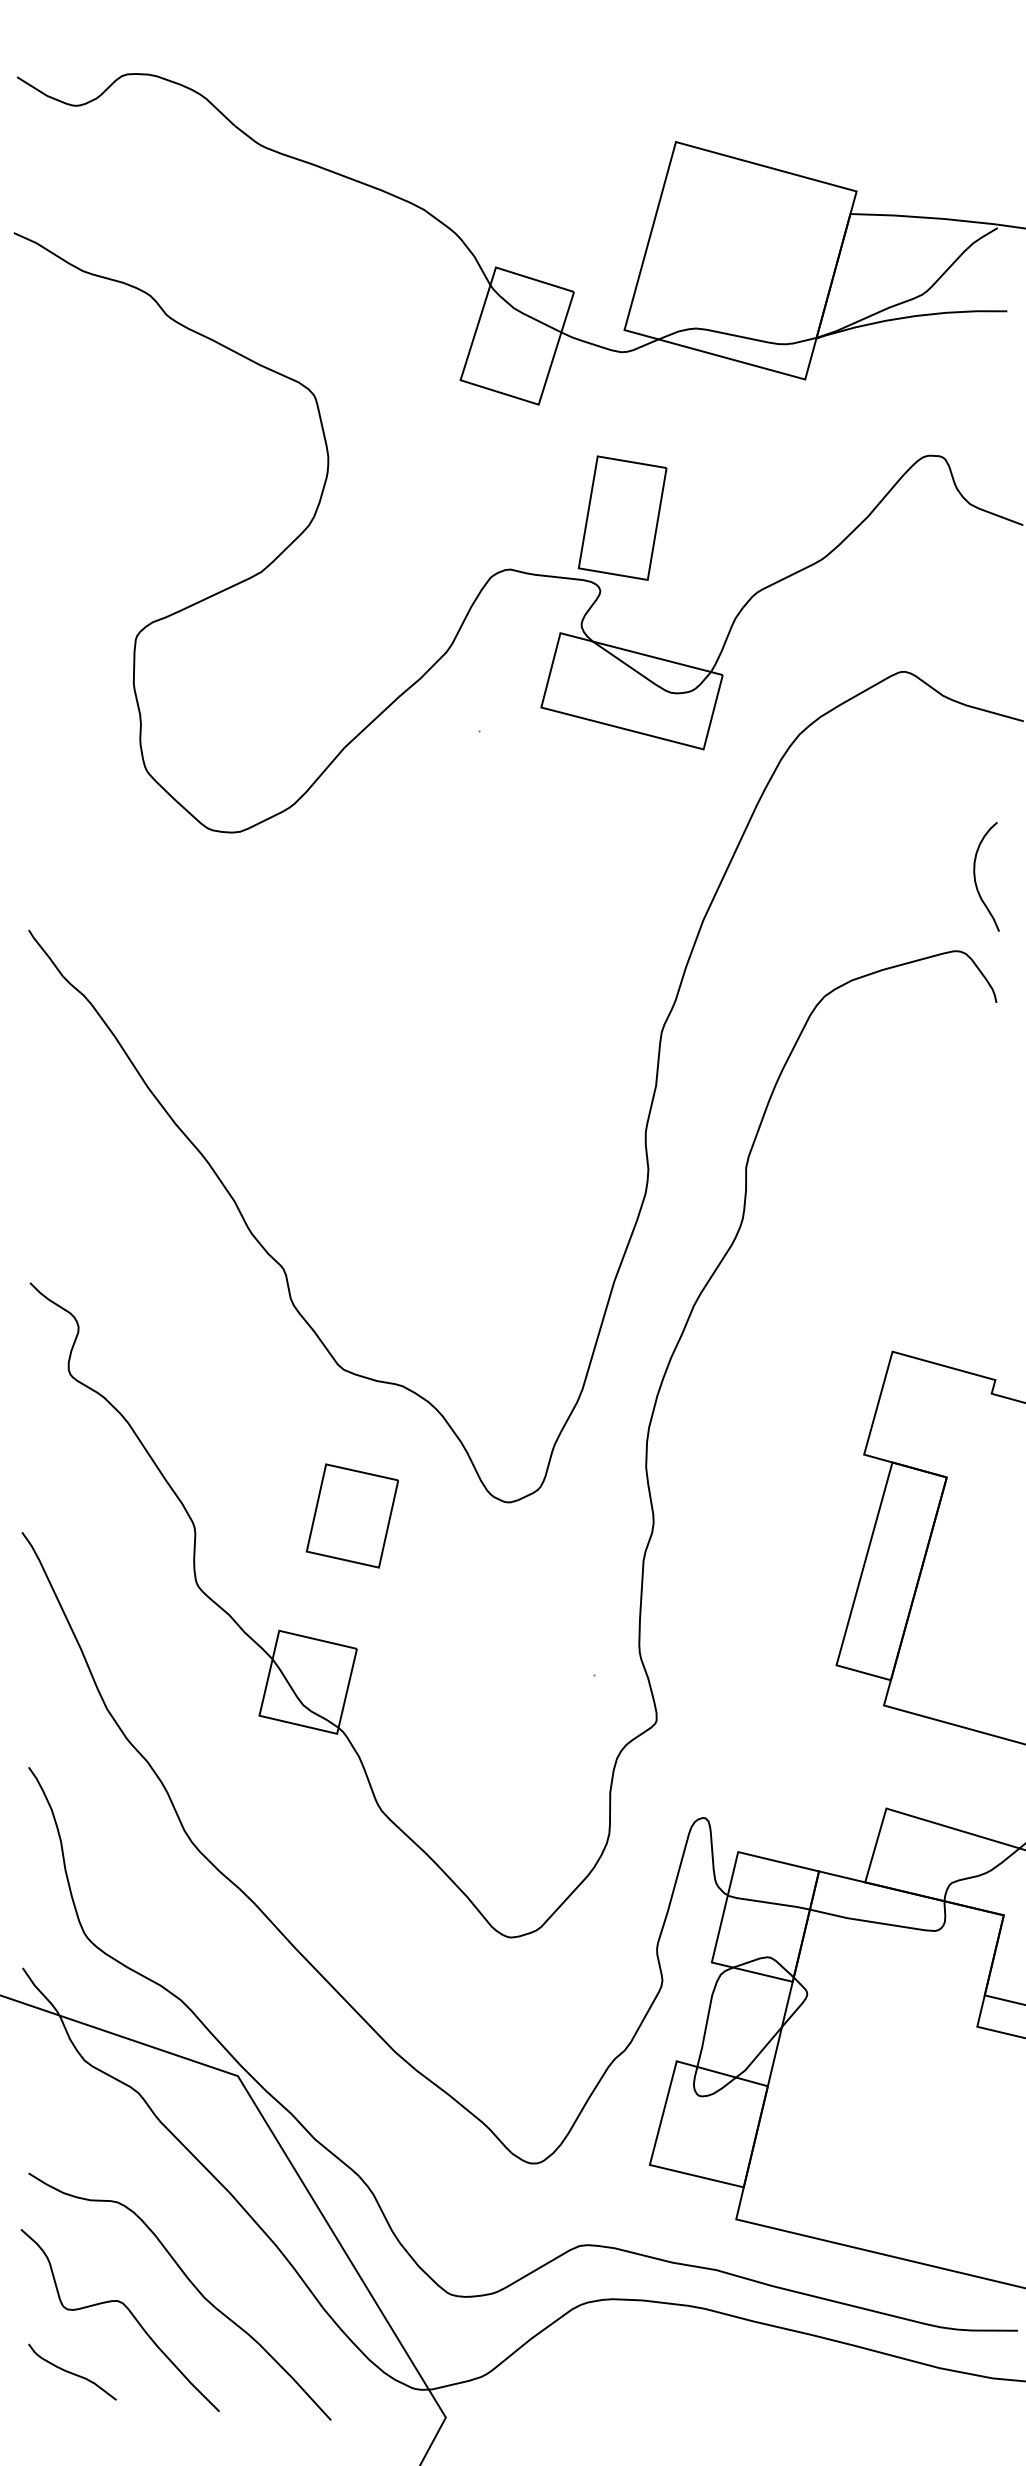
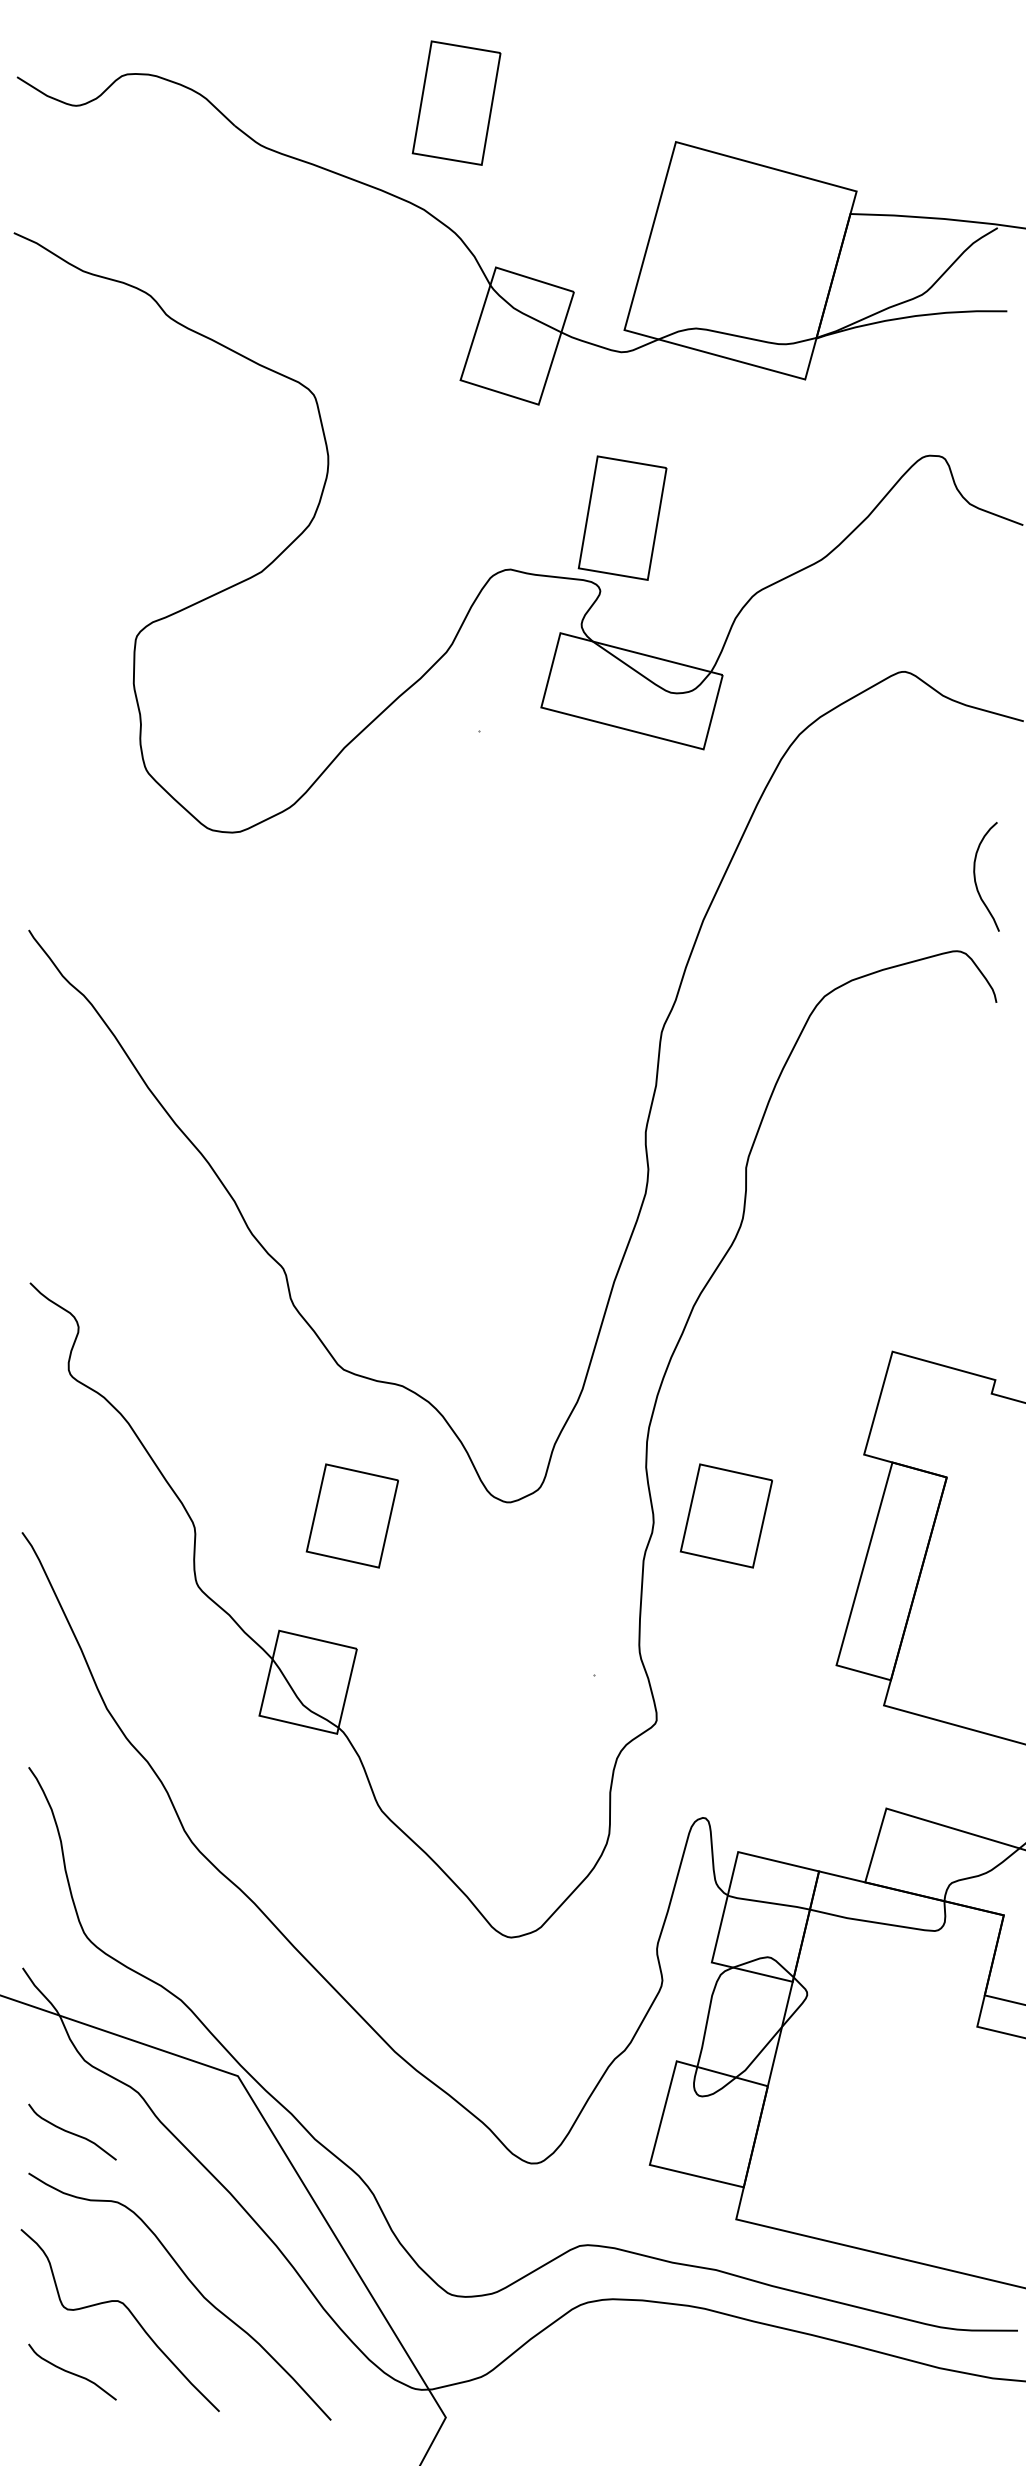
part at (456, 102): none -> present
part at (725, 1515): none -> present
curve at (72, 2132): none -> present
